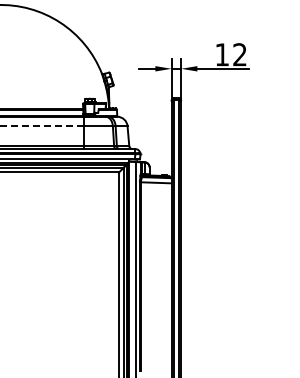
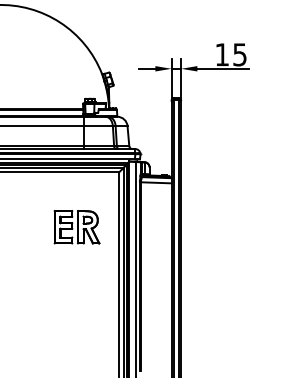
text at (239, 54): 12 -> 15
line at (42, 126): dashed -> solid
part at (76, 227): none -> present
